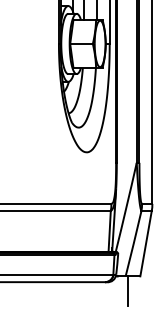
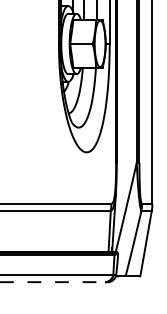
line at (53, 282): solid -> dashed
line at (128, 291): present -> none
